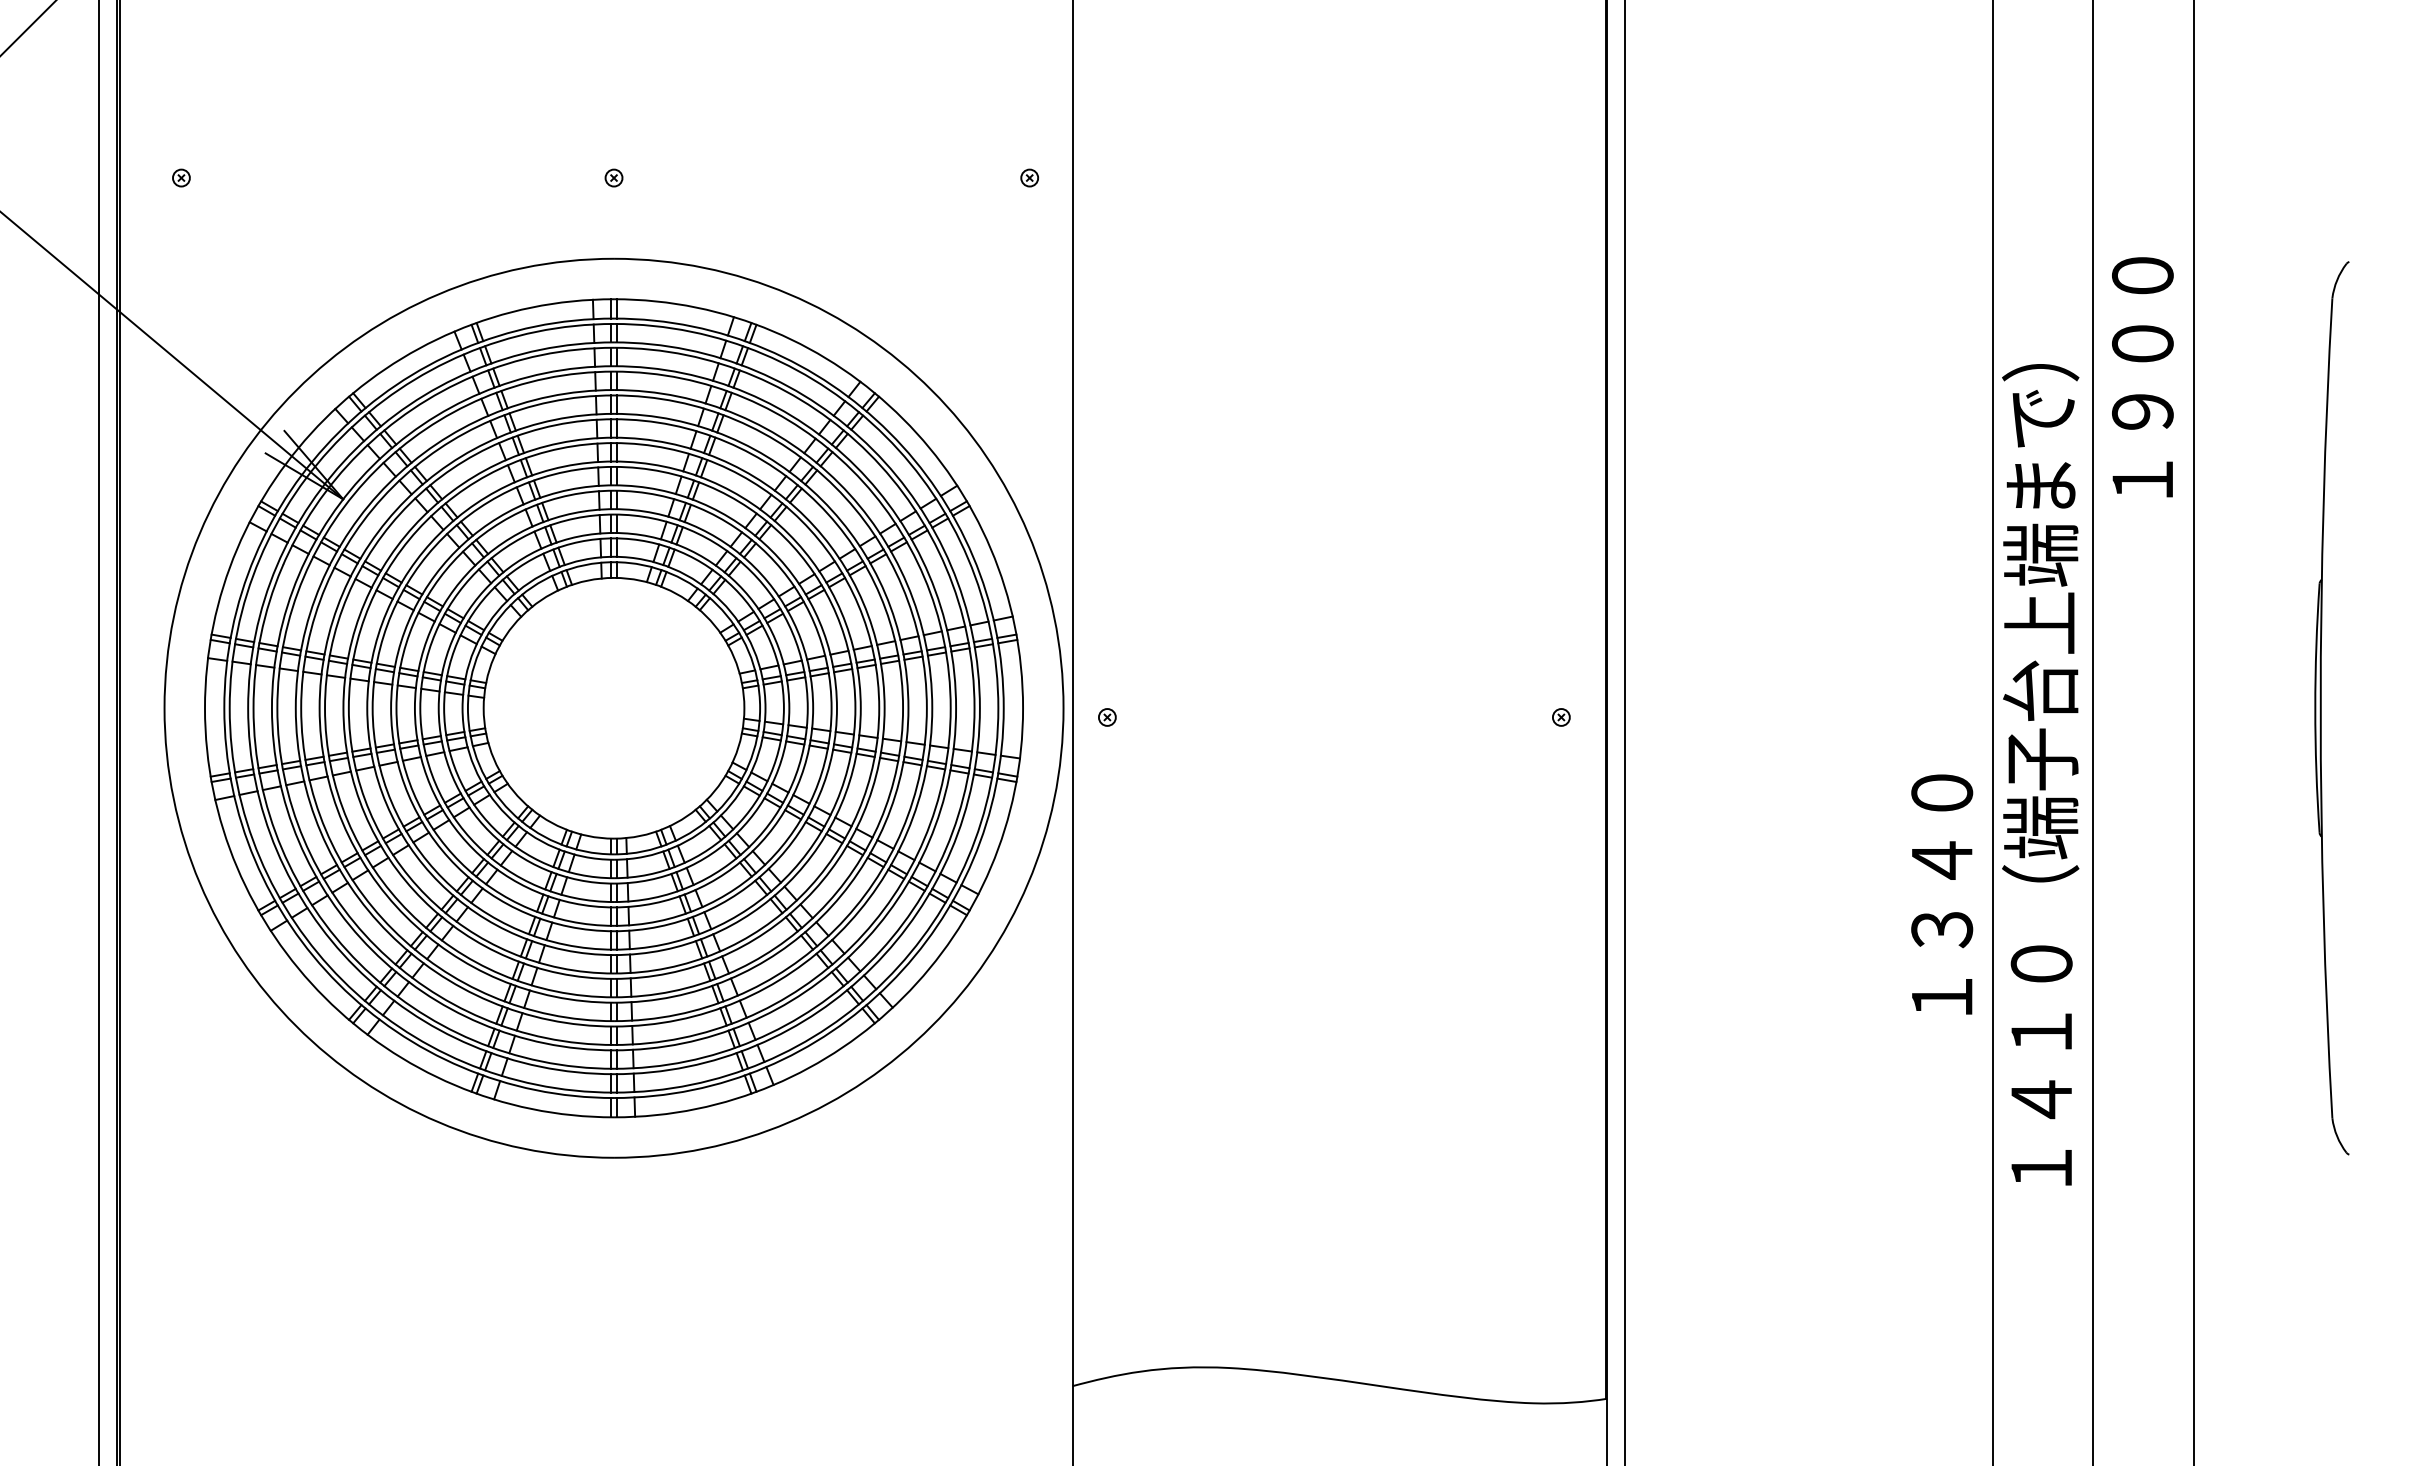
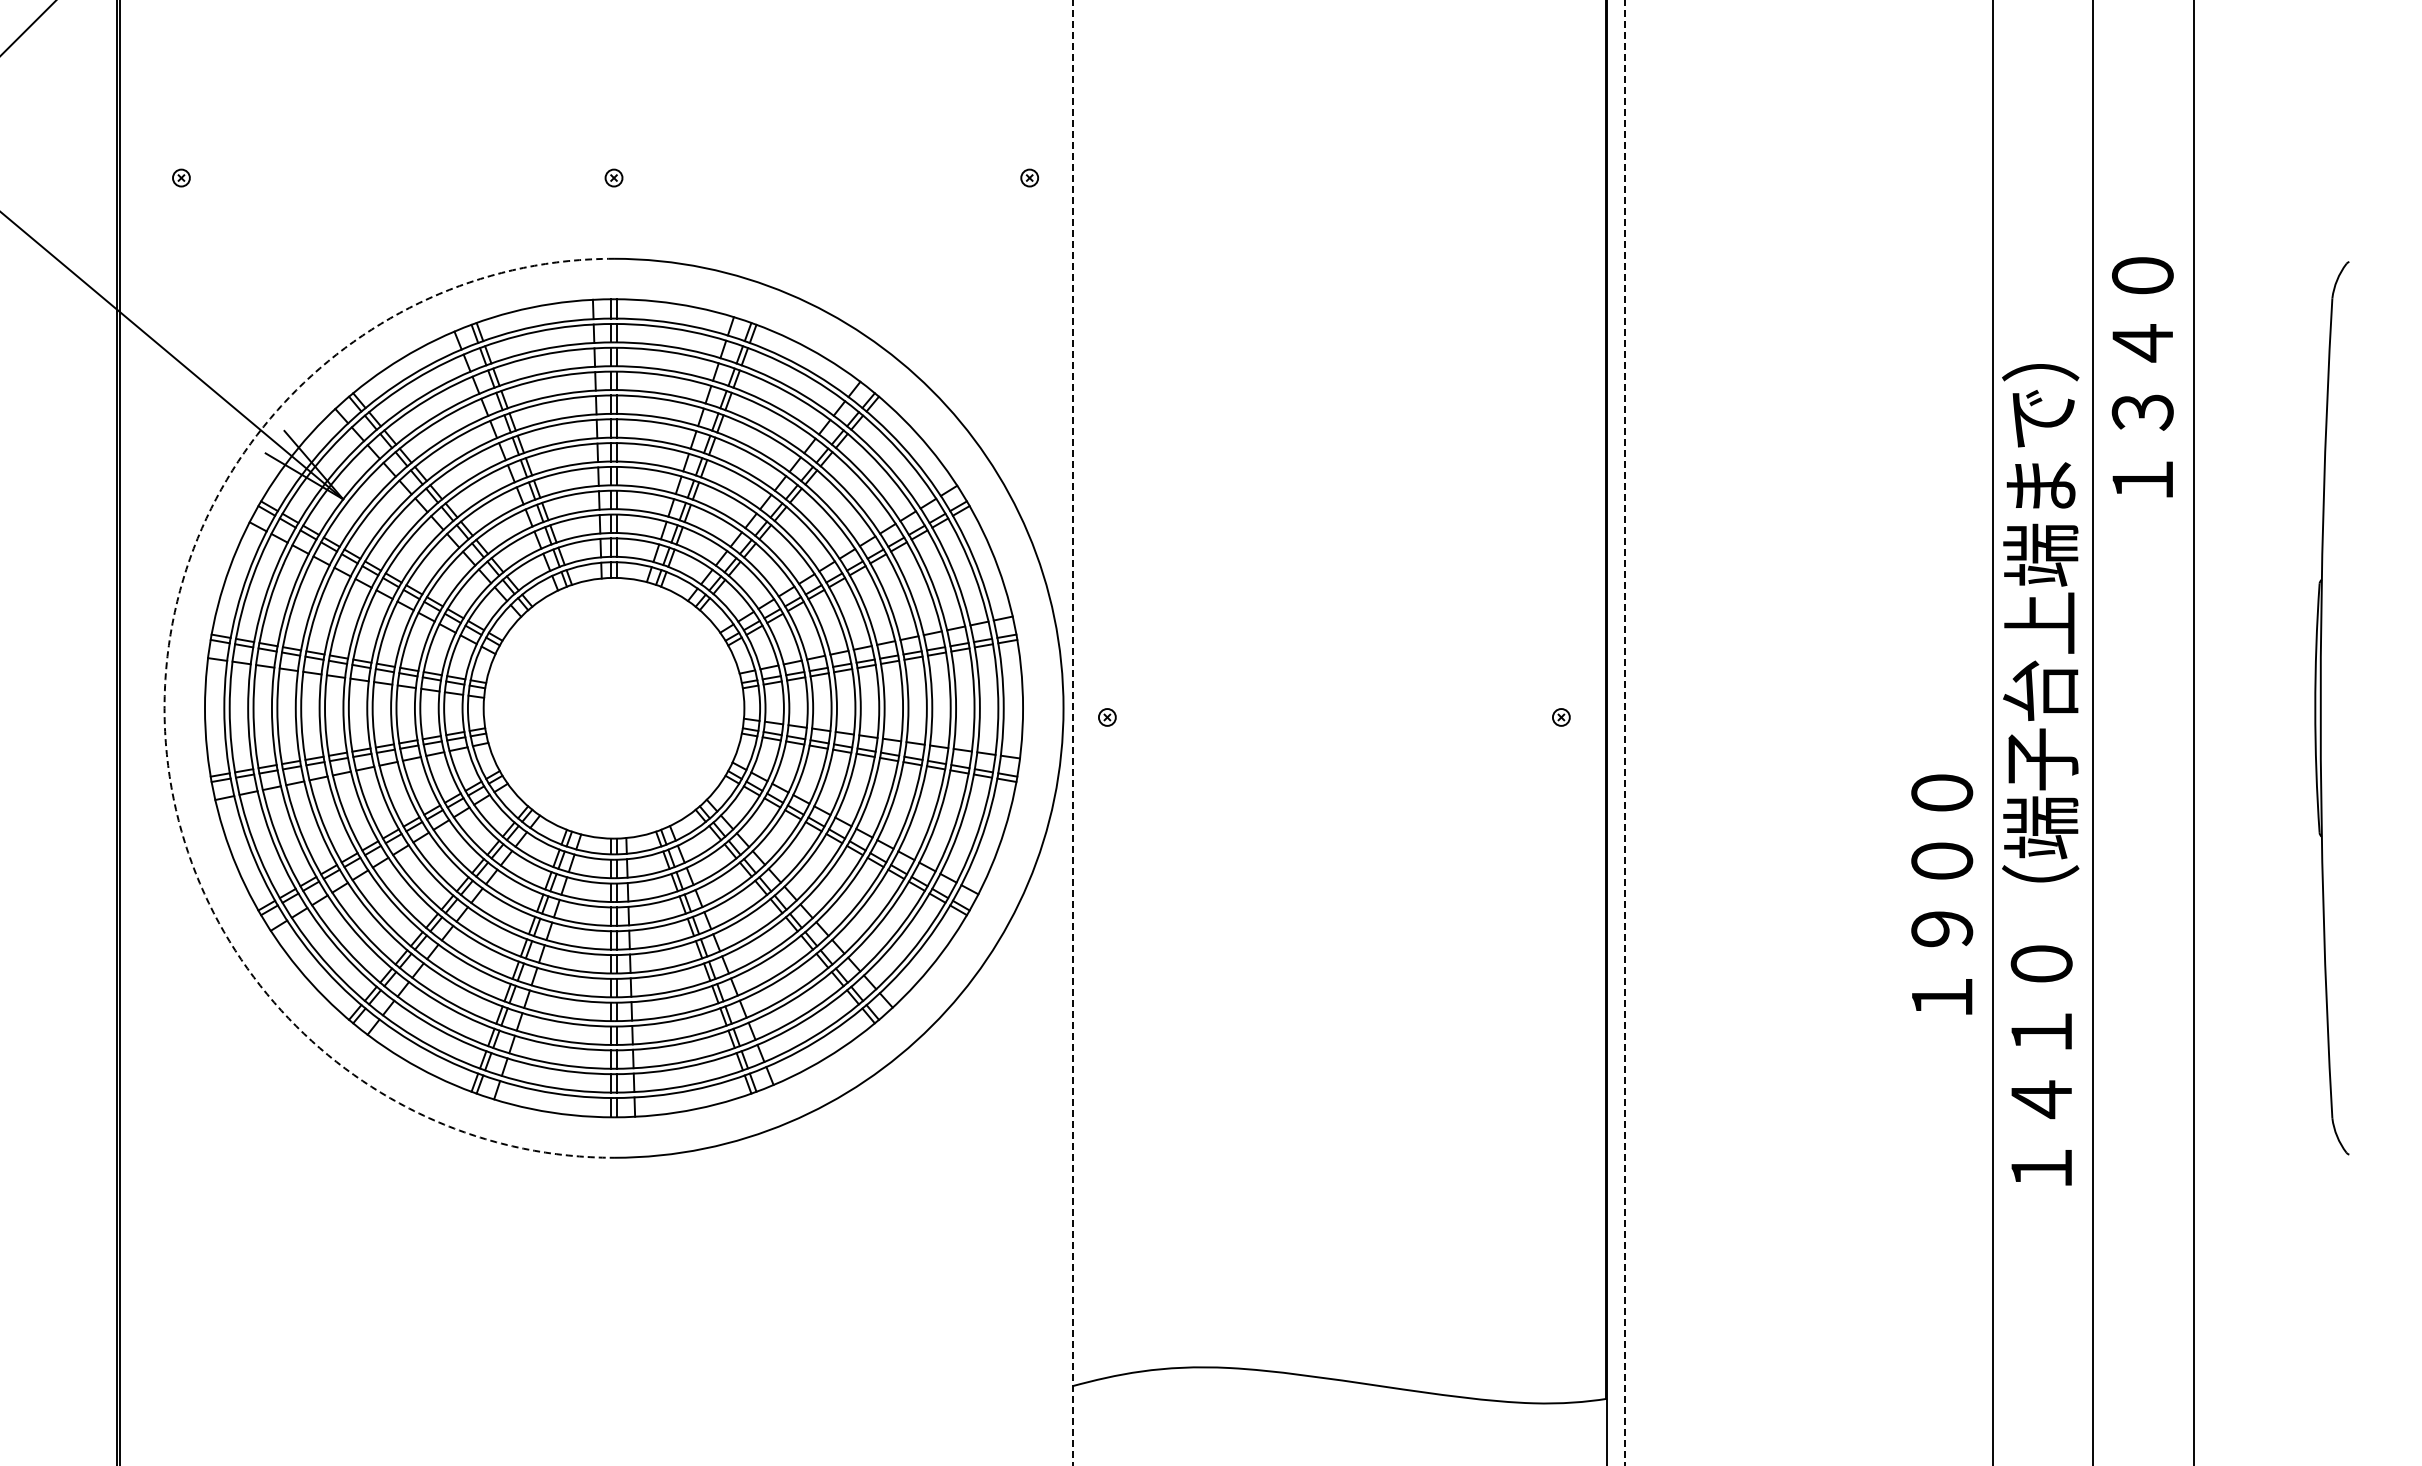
text at (2142, 377): １９００ -> １３４０
arc at (164, 708): solid -> dashed
line at (99, 732): present -> none
line at (1072, 733): solid -> dashed
line at (1625, 733): solid -> dashed
text at (1942, 894): １３４０ -> １９００
